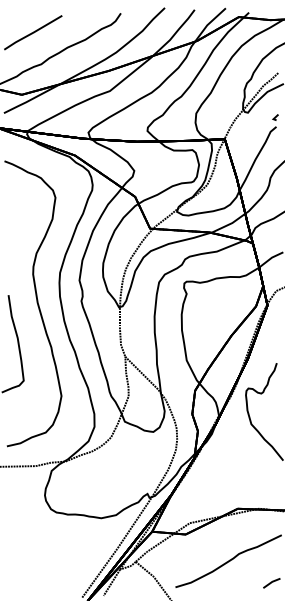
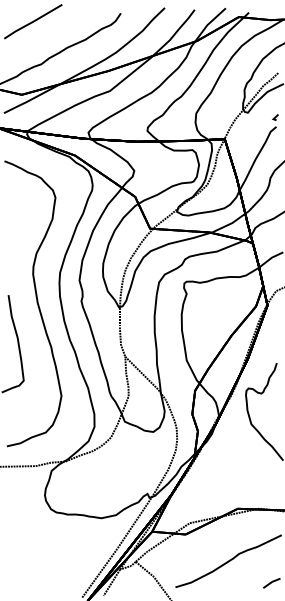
line at (33, 32) position: (33, 32) -> (33, 21)
